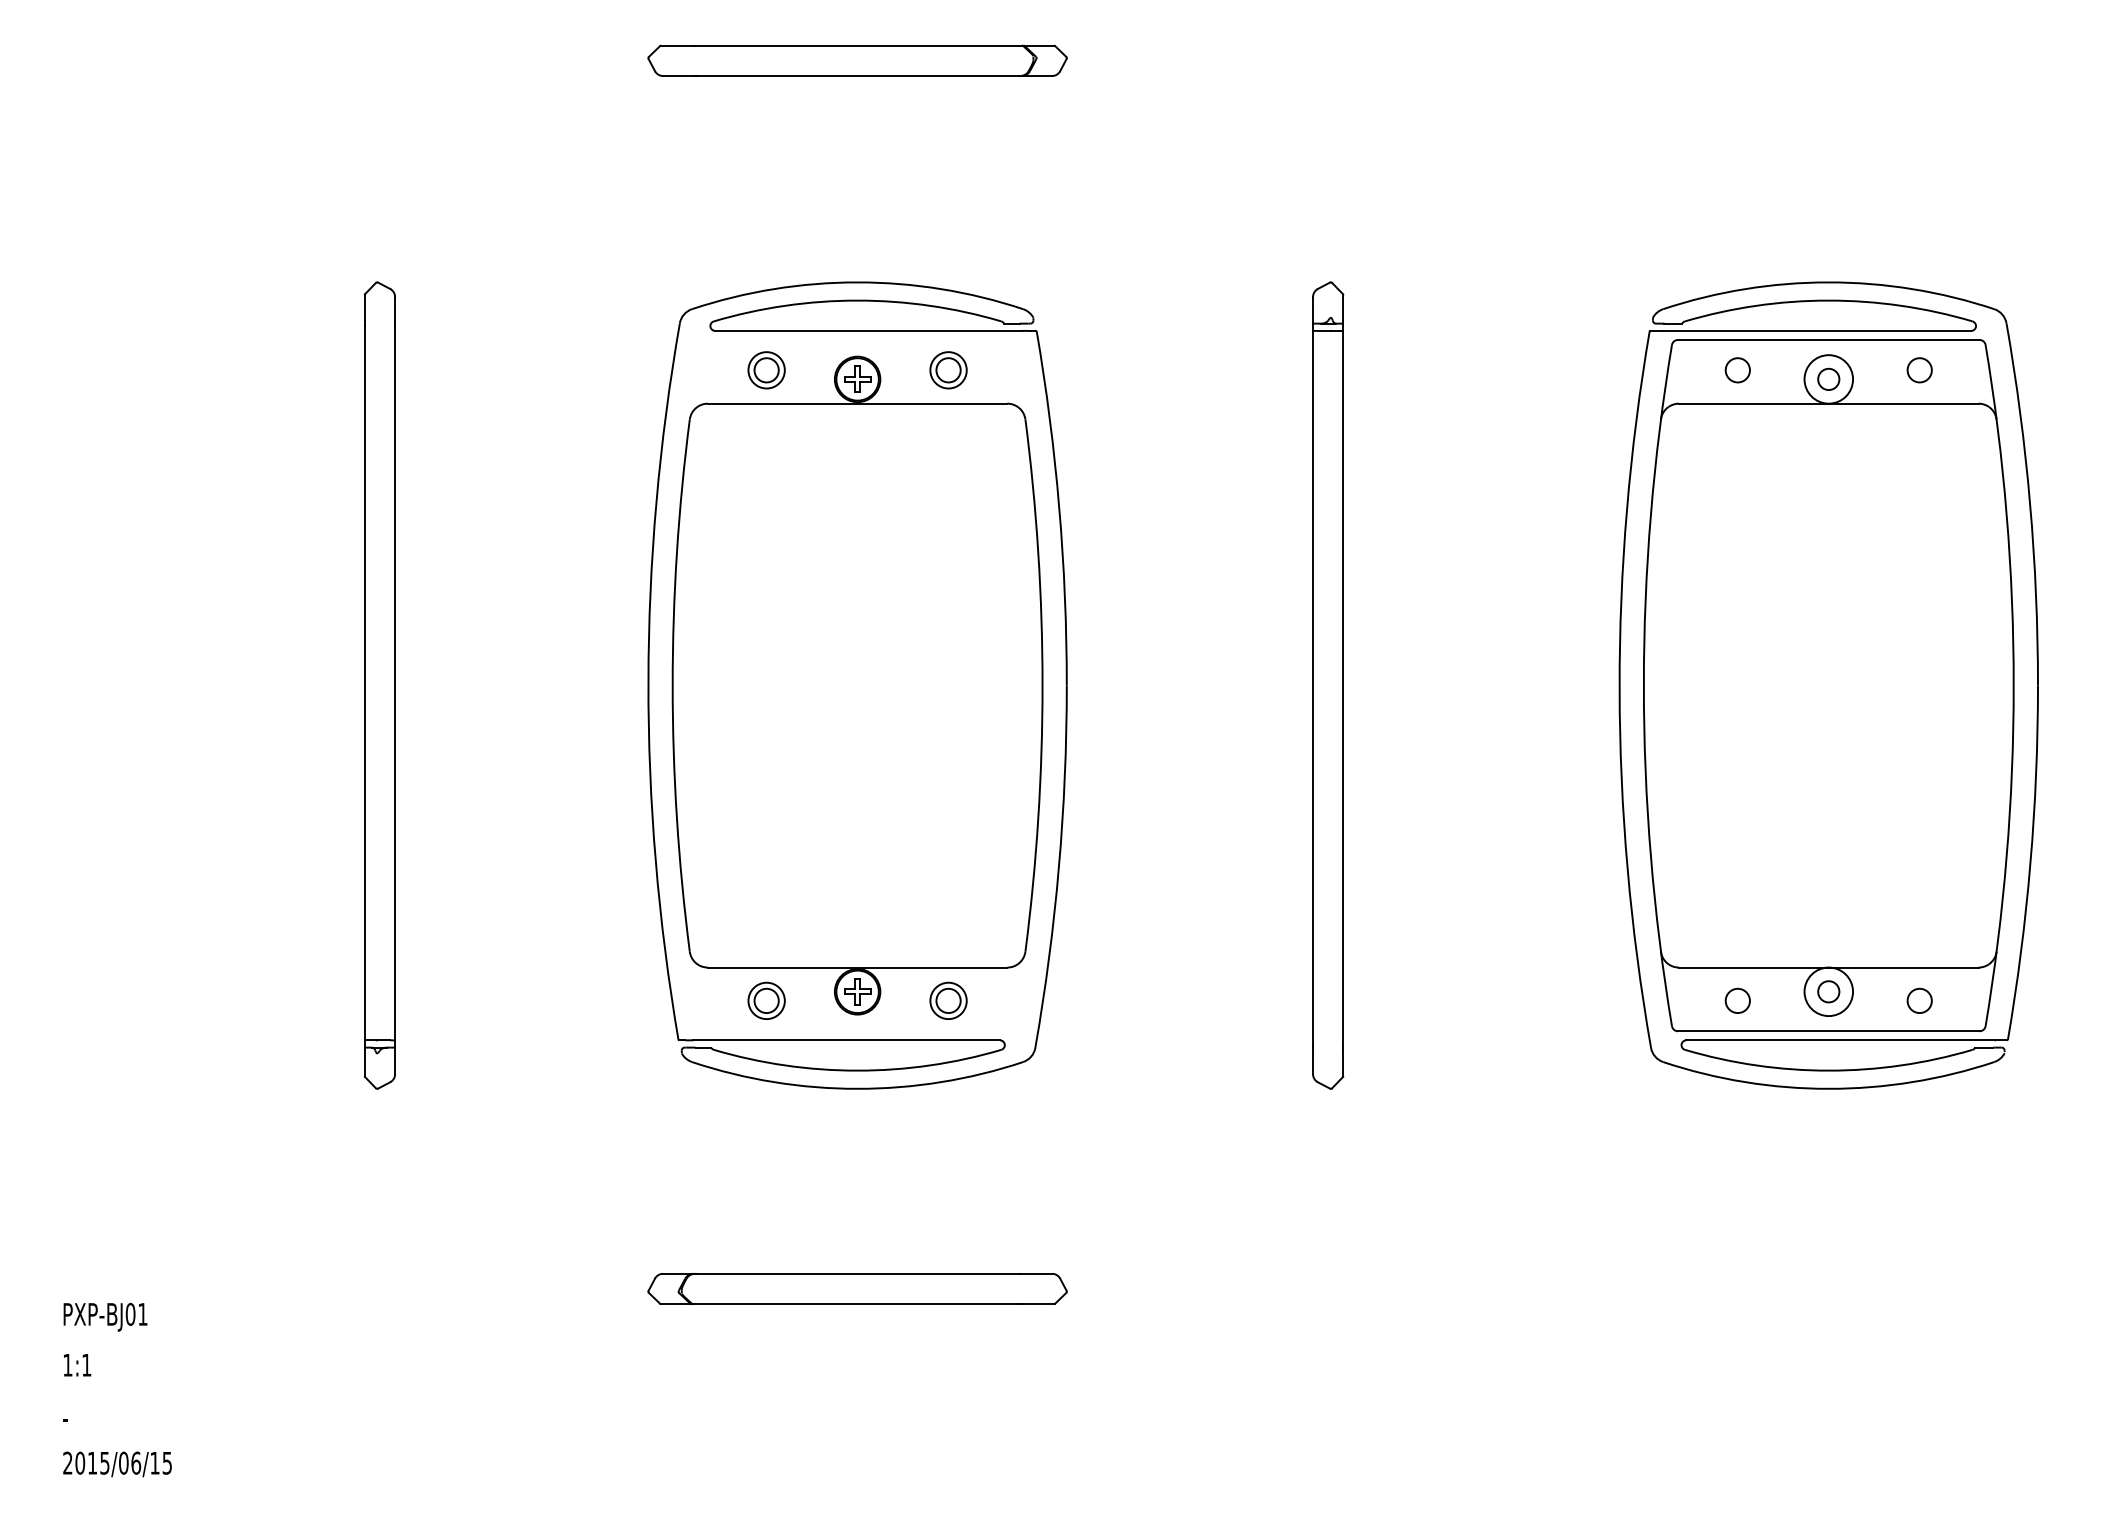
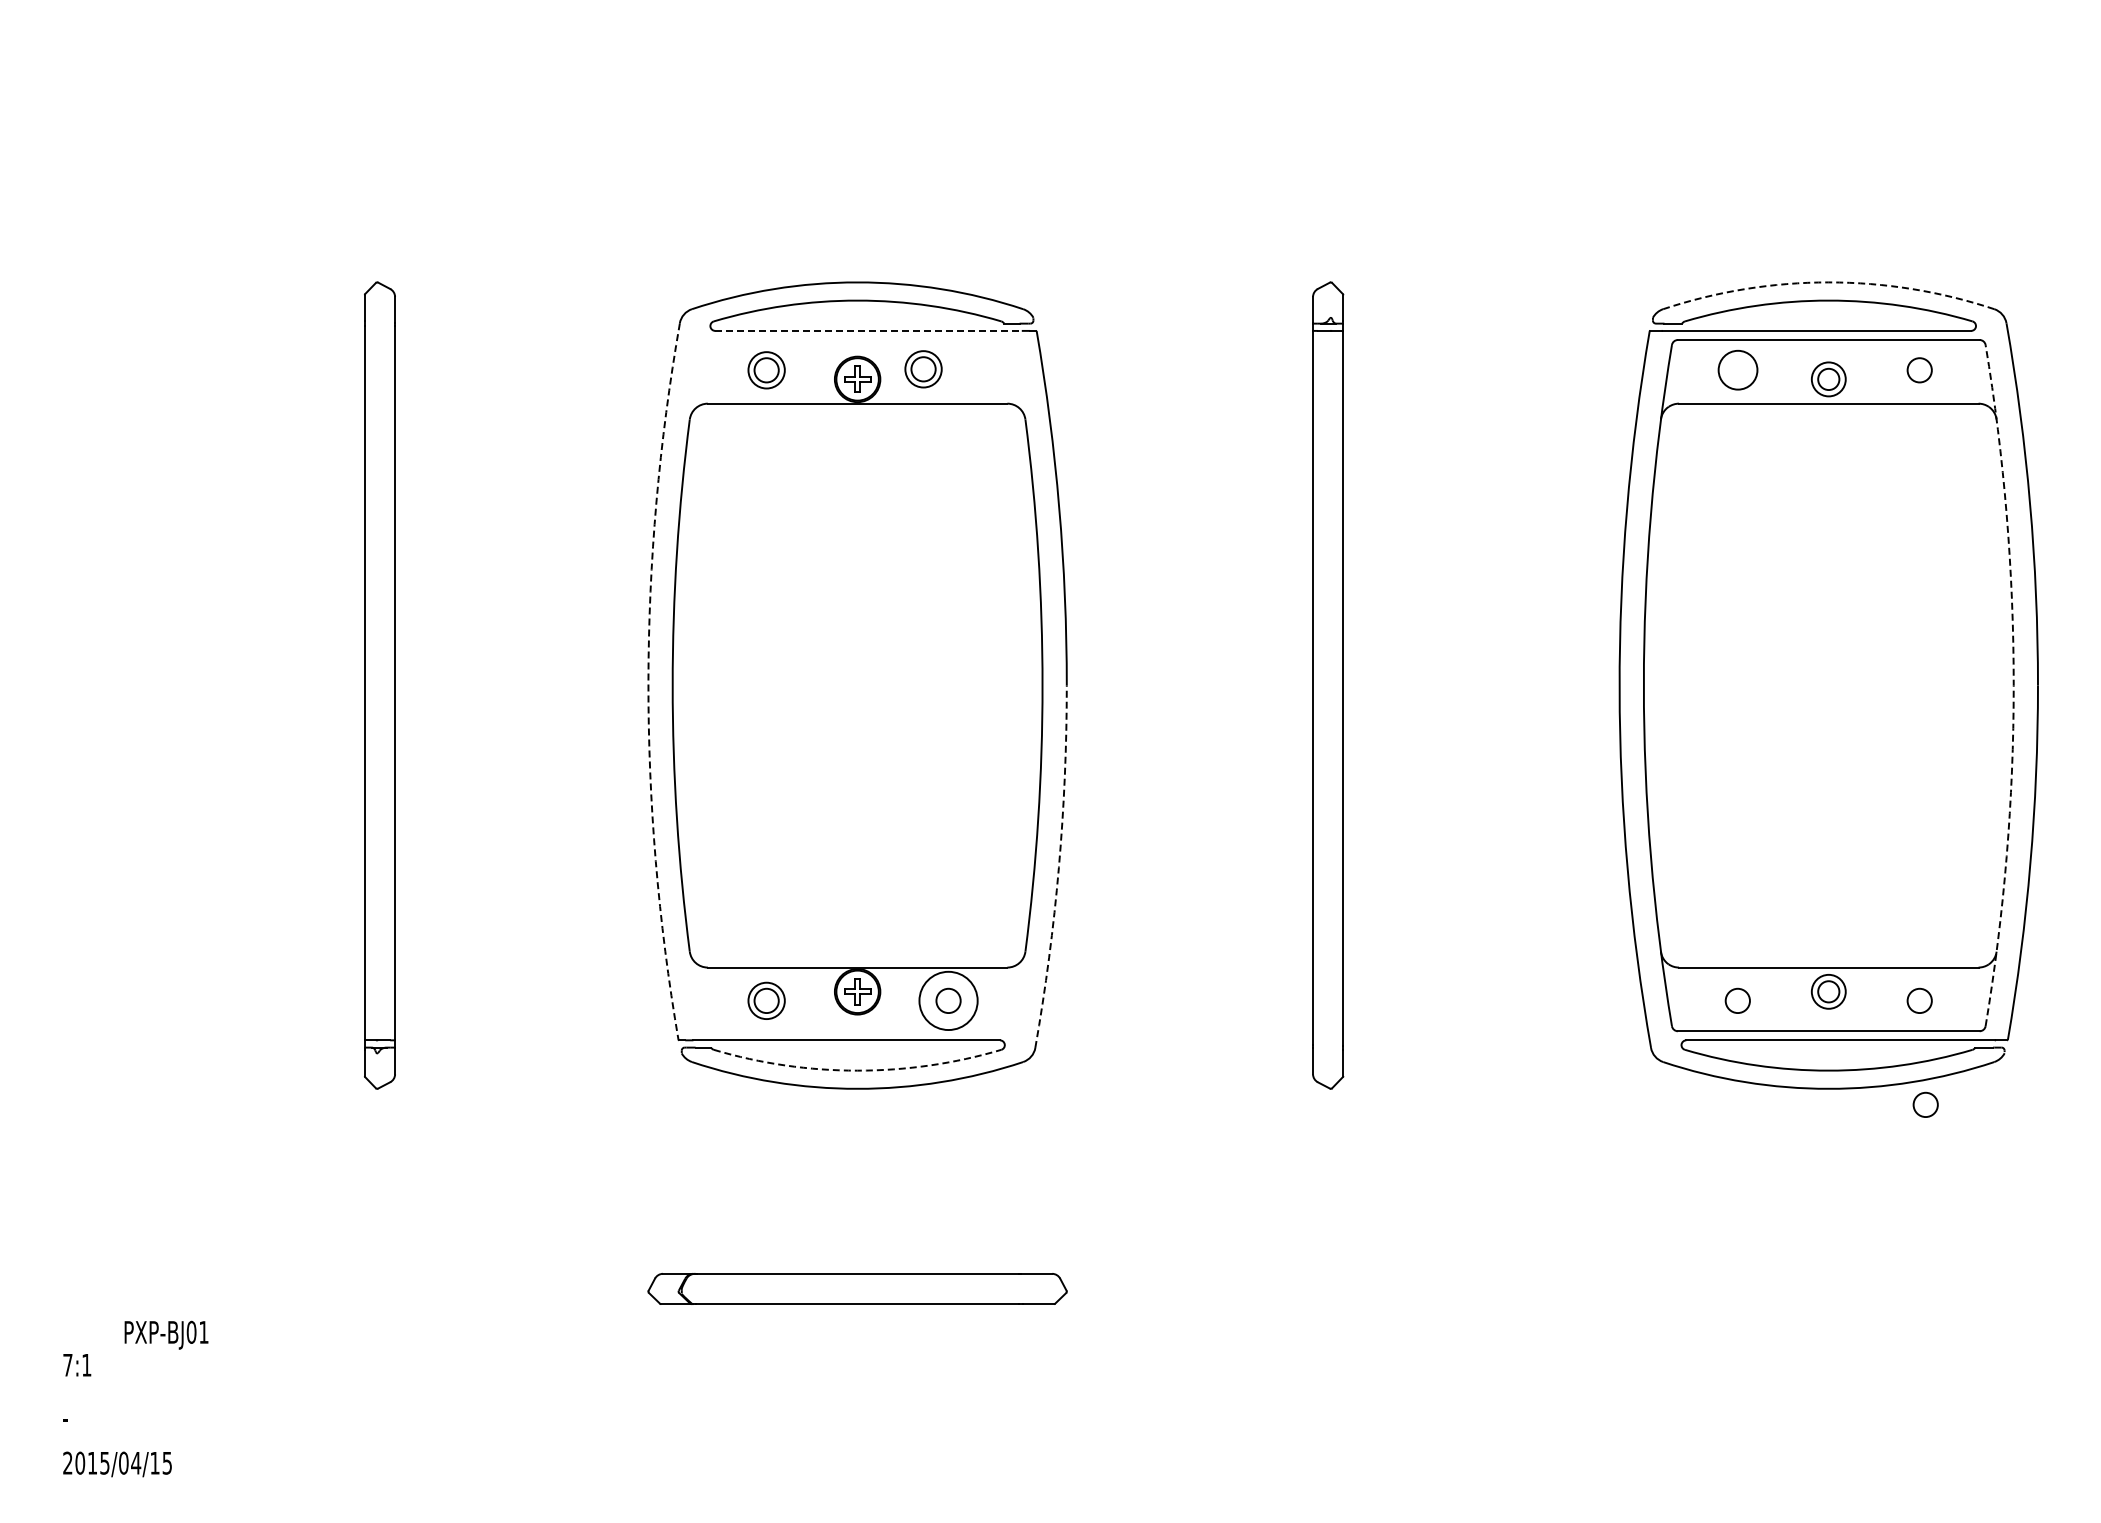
part at (857, 60): present -> none
arc at (1828, 282): solid -> dashed
line at (869, 330): solid -> dashed
part at (948, 370) position: (948, 370) -> (923, 369)
circle at (1737, 370) size: 27x27 px -> 42x42 px
circle at (1828, 379) diameter: 49 px -> 34 px
arc at (648, 681): solid -> dashed
arc at (2013, 685): solid -> dashed
arc at (1058, 867): solid -> dashed
circle at (1828, 991) diameter: 49 px -> 34 px
circle at (948, 1000) diameter: 36 px -> 58 px
arc at (857, 1070): solid -> dashed
circle at (1925, 1104): none -> present
text at (105, 1316) position: (105, 1316) -> (166, 1334)
text at (67, 1365): 1:1 -> 7:1
text at (136, 1462): 2015/06/15 -> 2015/04/15
